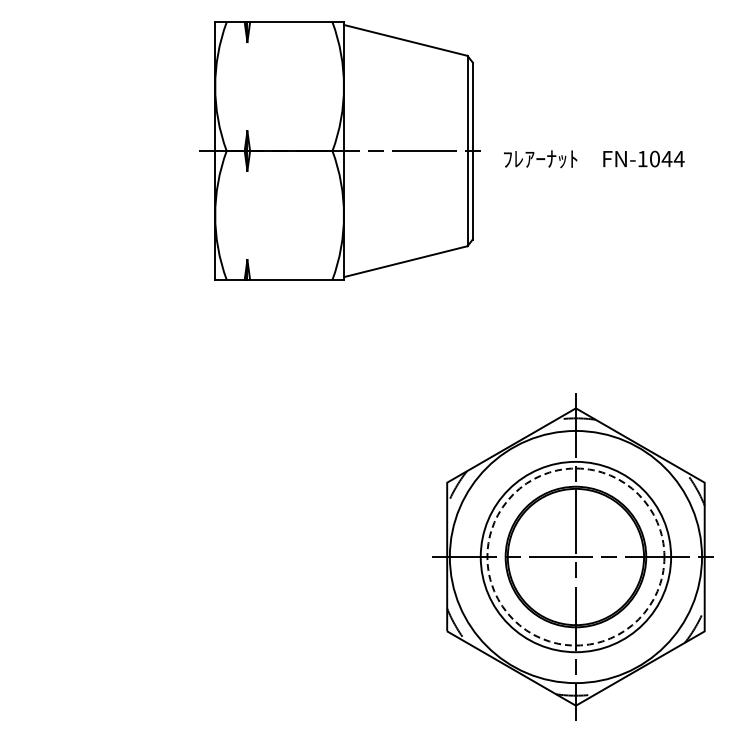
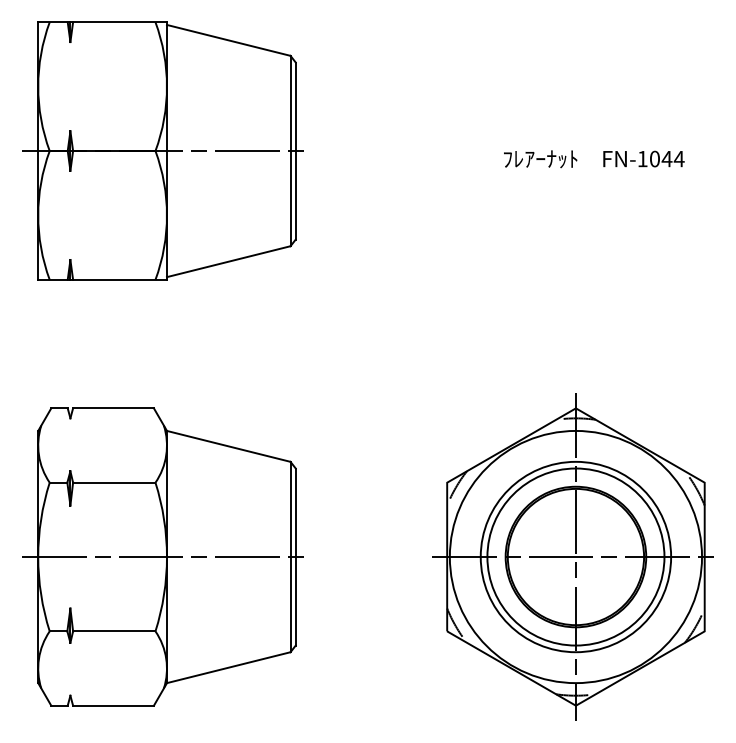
part at (339, 150) position: (339, 150) -> (162, 150)
part at (162, 556): none -> present
circle at (575, 556): dashed -> solid
